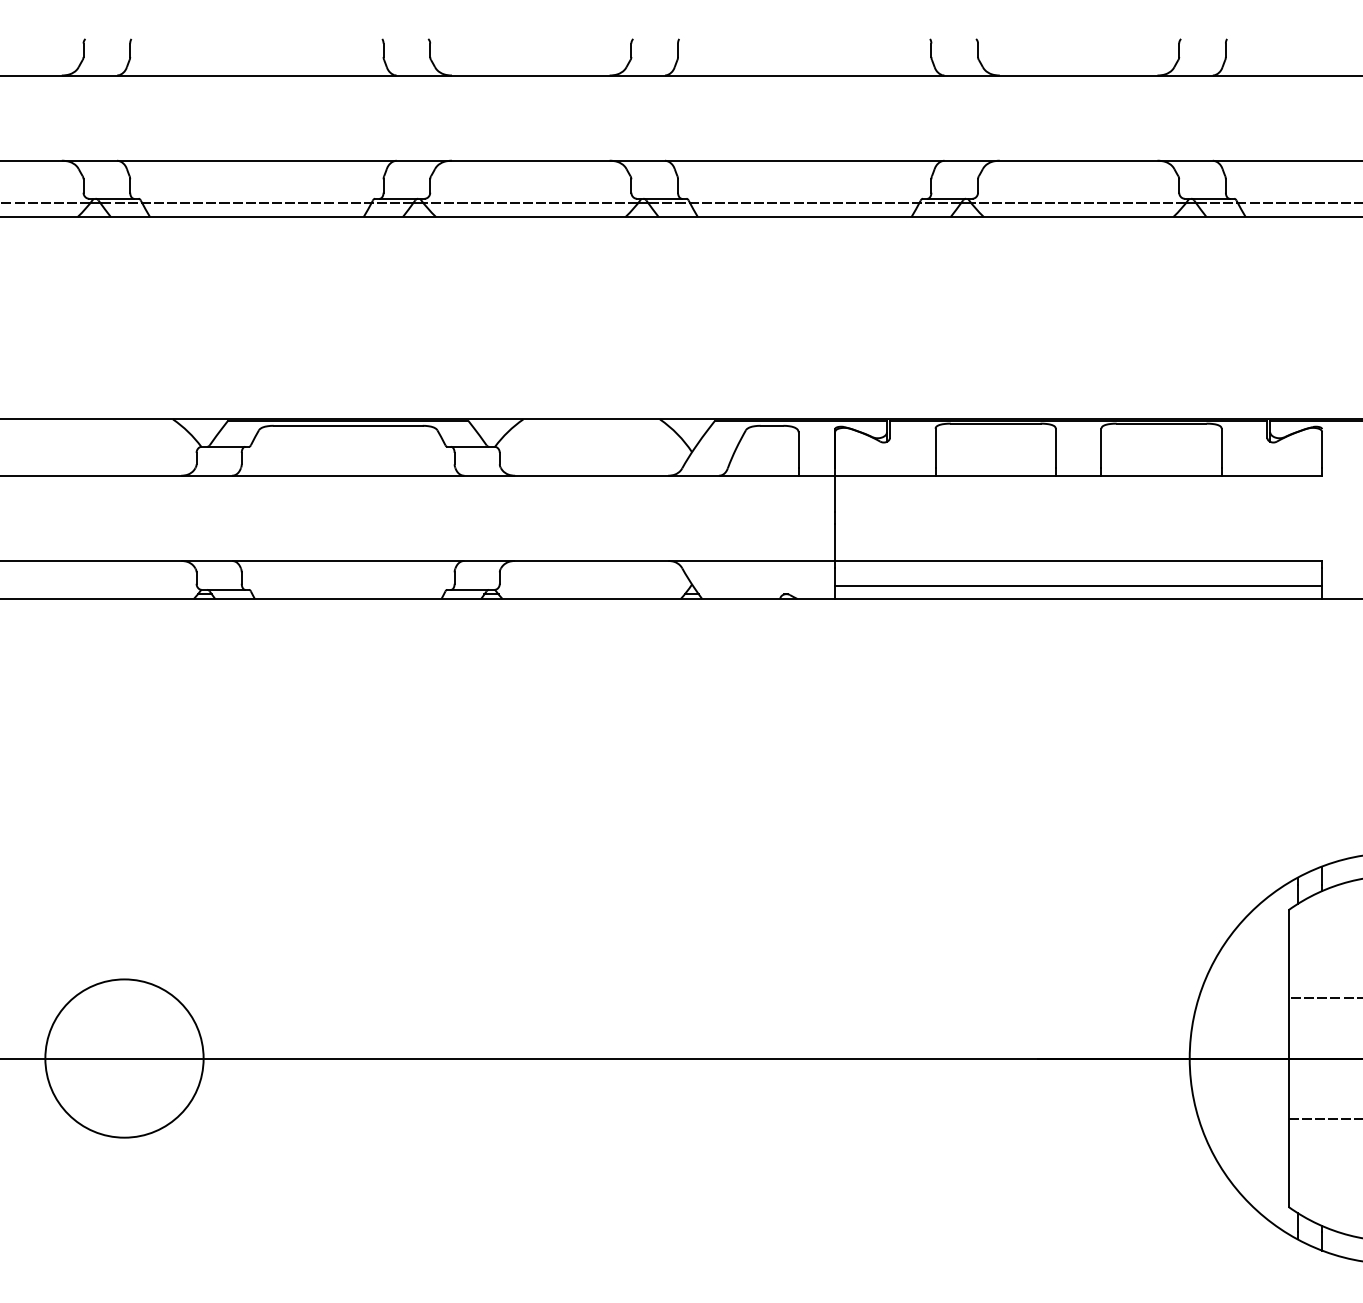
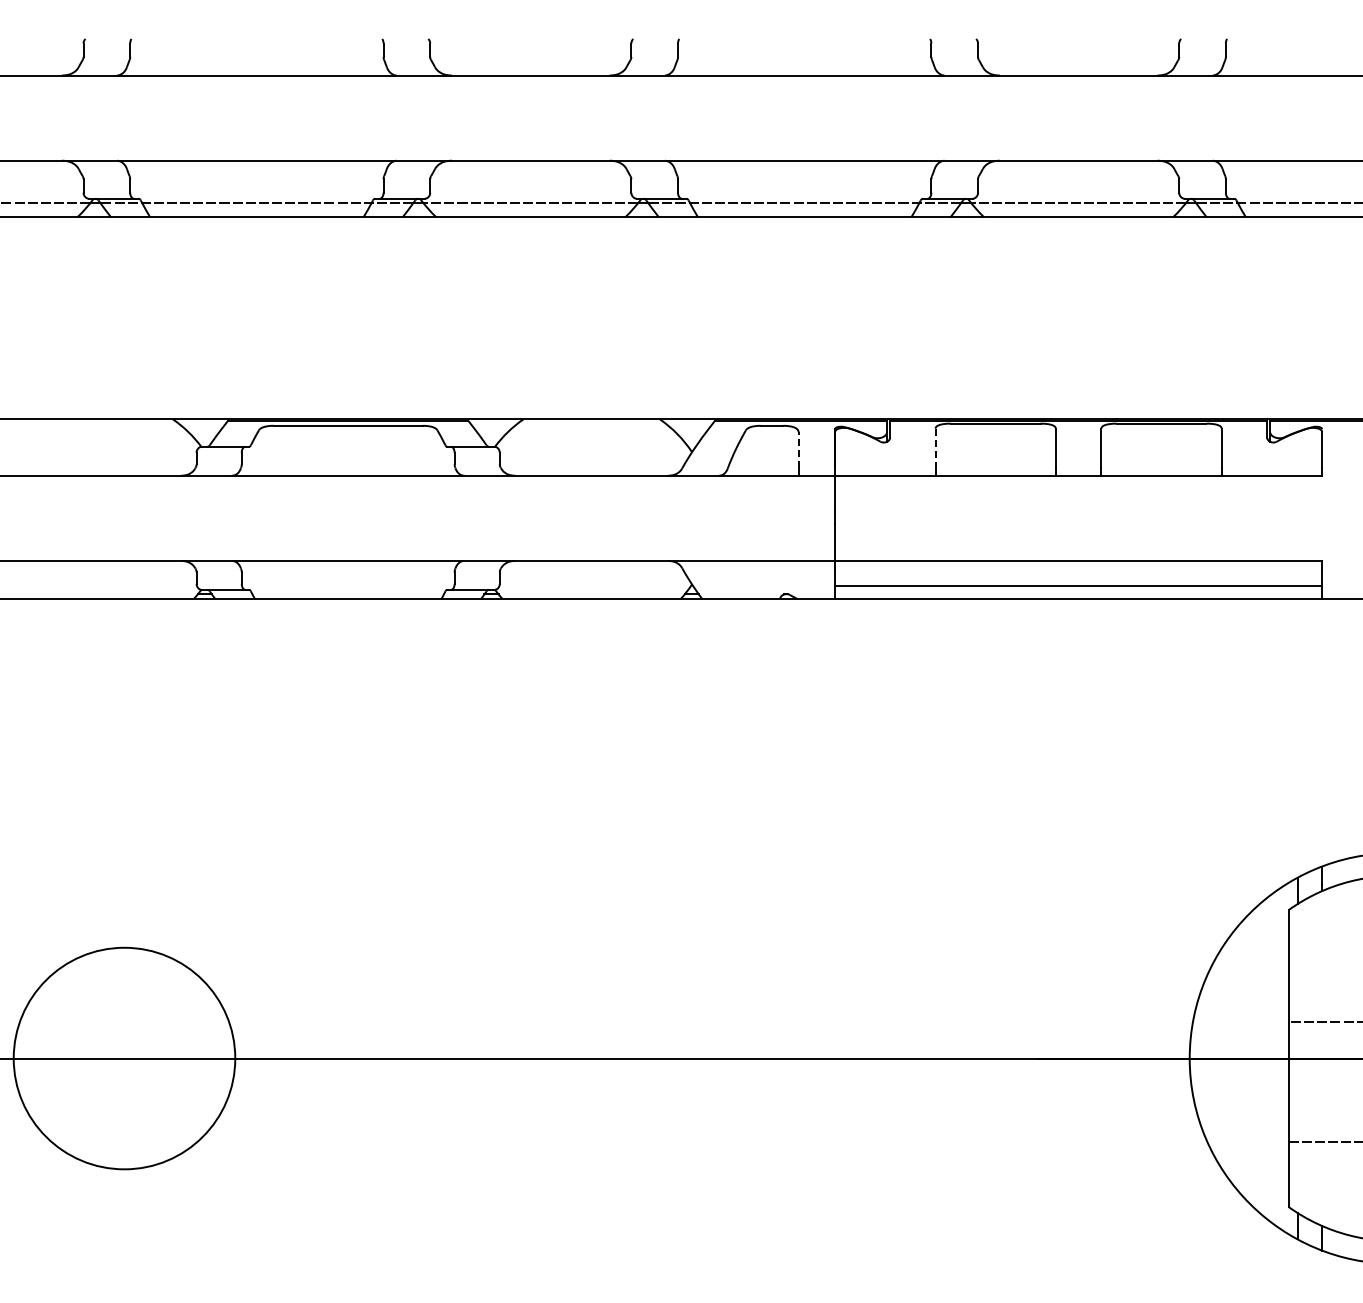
line at (935, 448): solid -> dashed
line at (798, 449): solid -> dashed
line at (1323, 997) position: (1323, 997) -> (1323, 1021)
circle at (124, 1058) diameter: 158 px -> 222 px
line at (1323, 1119) position: (1323, 1119) -> (1323, 1142)
